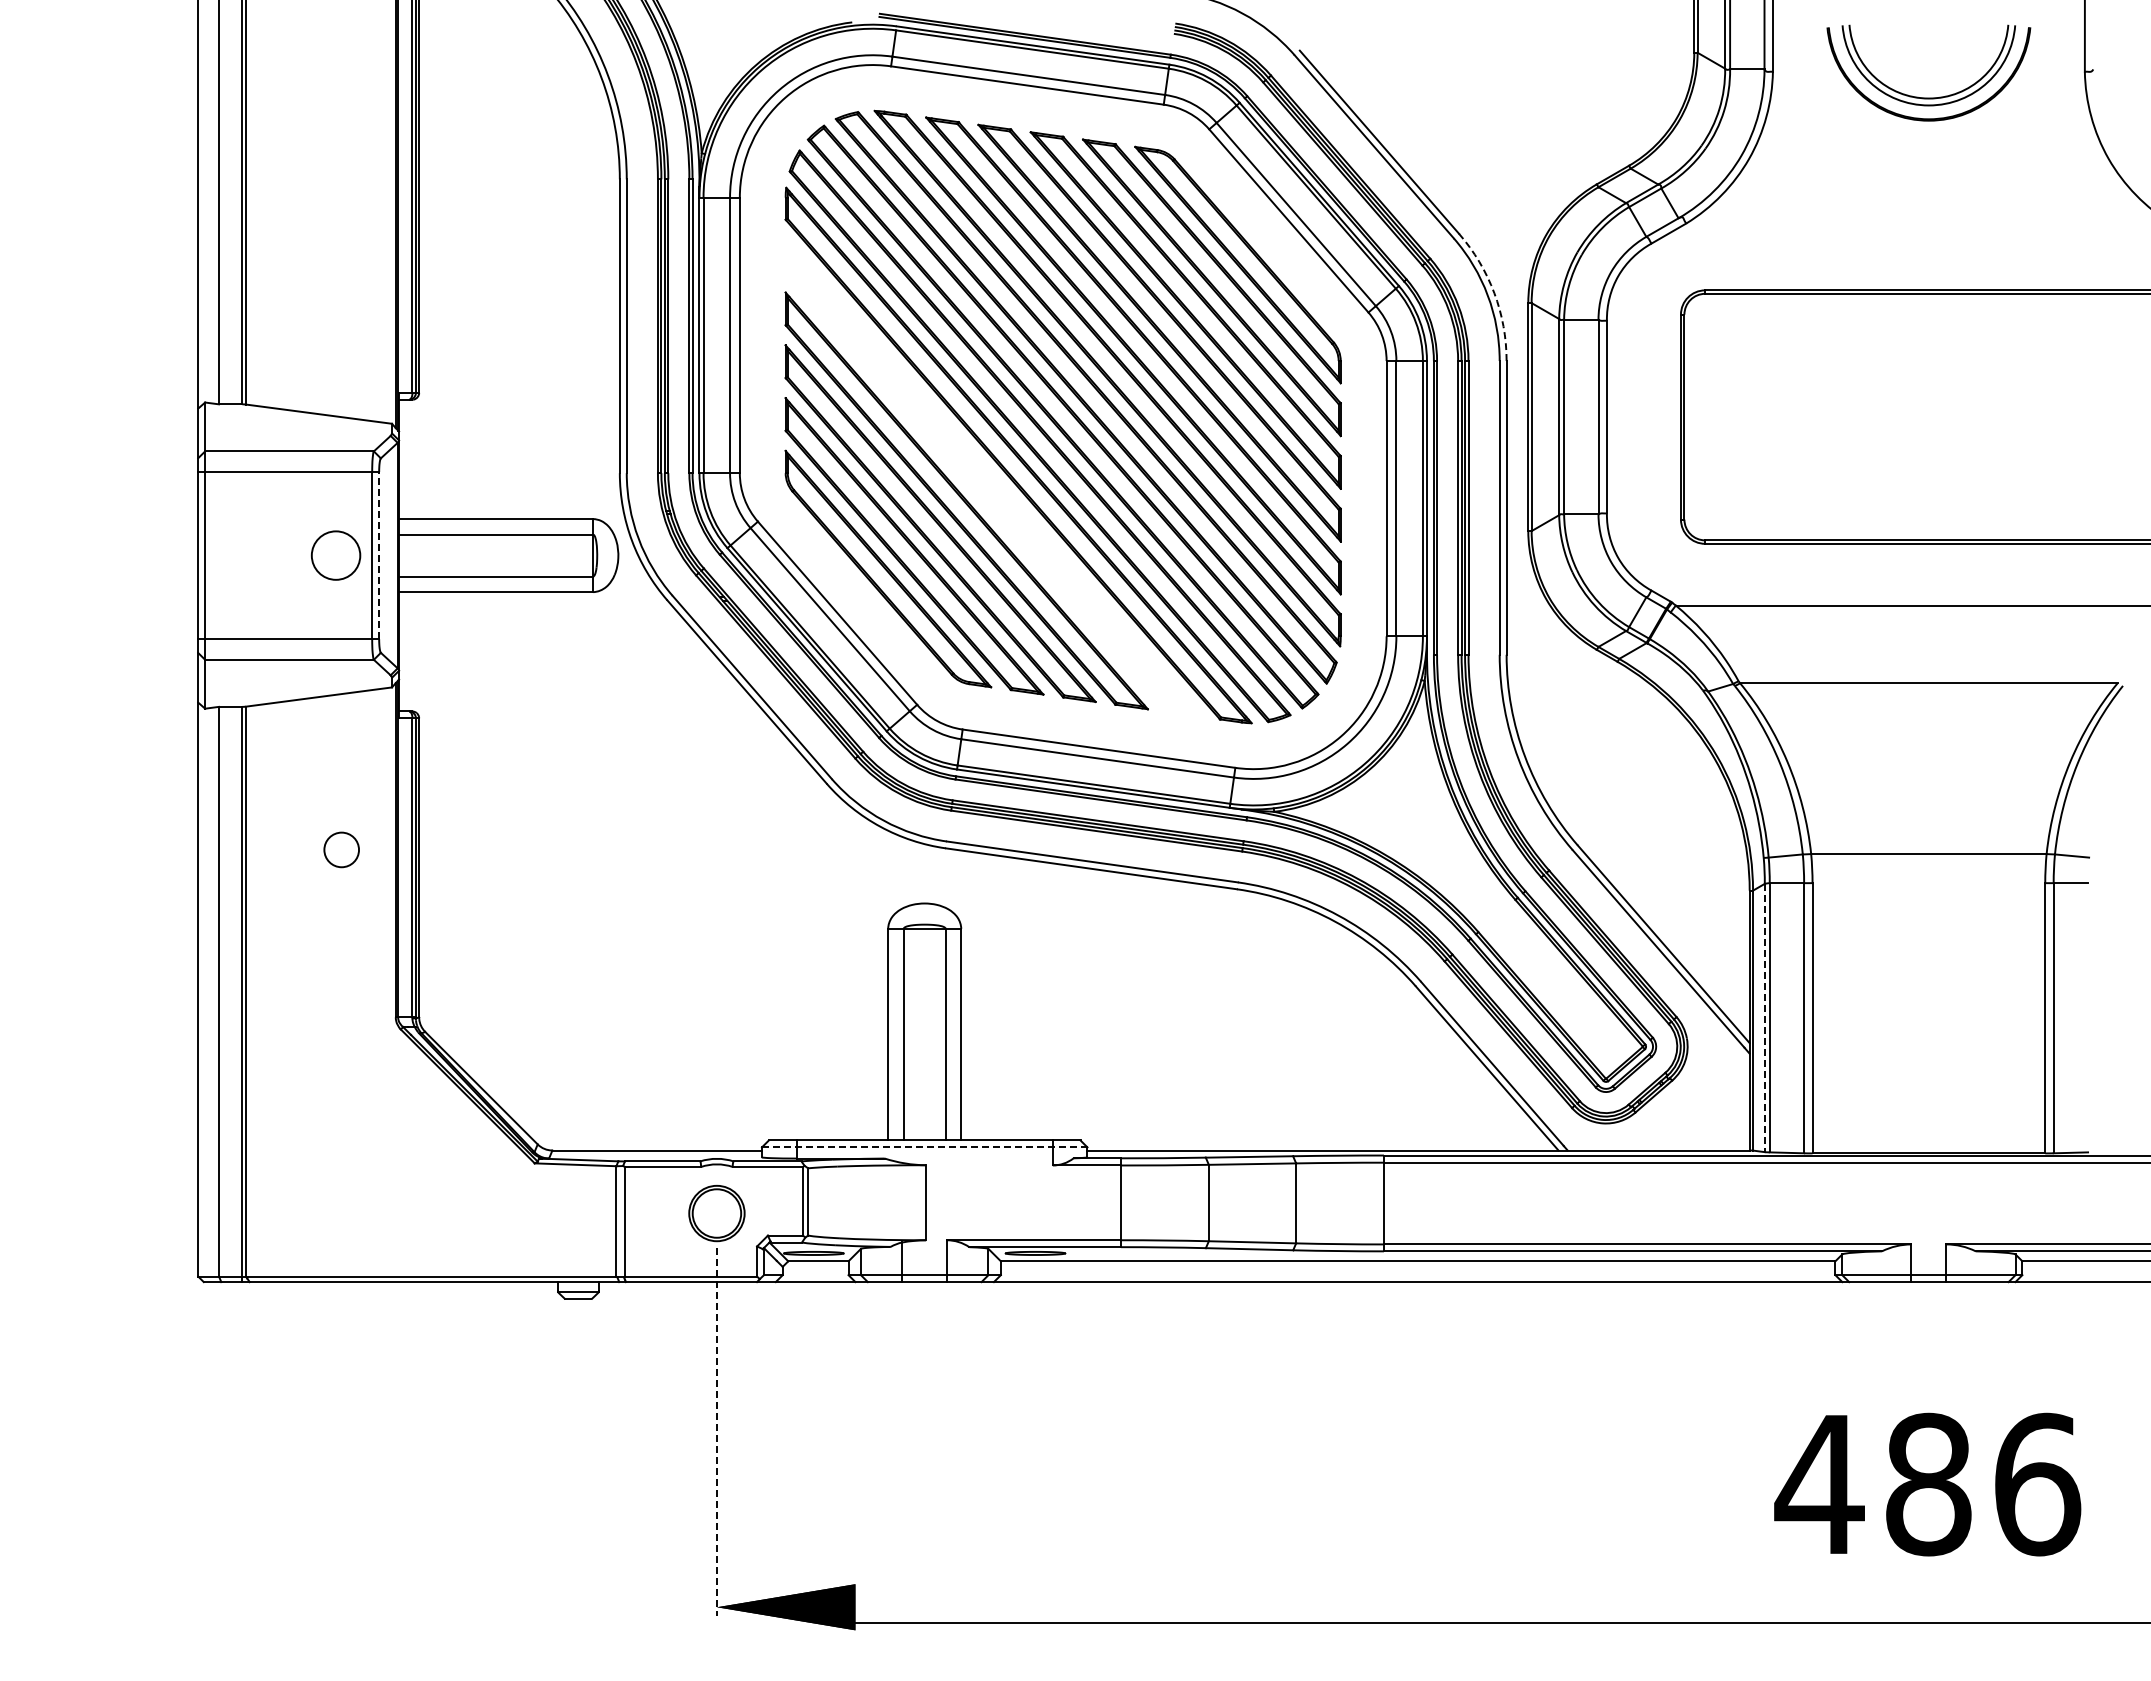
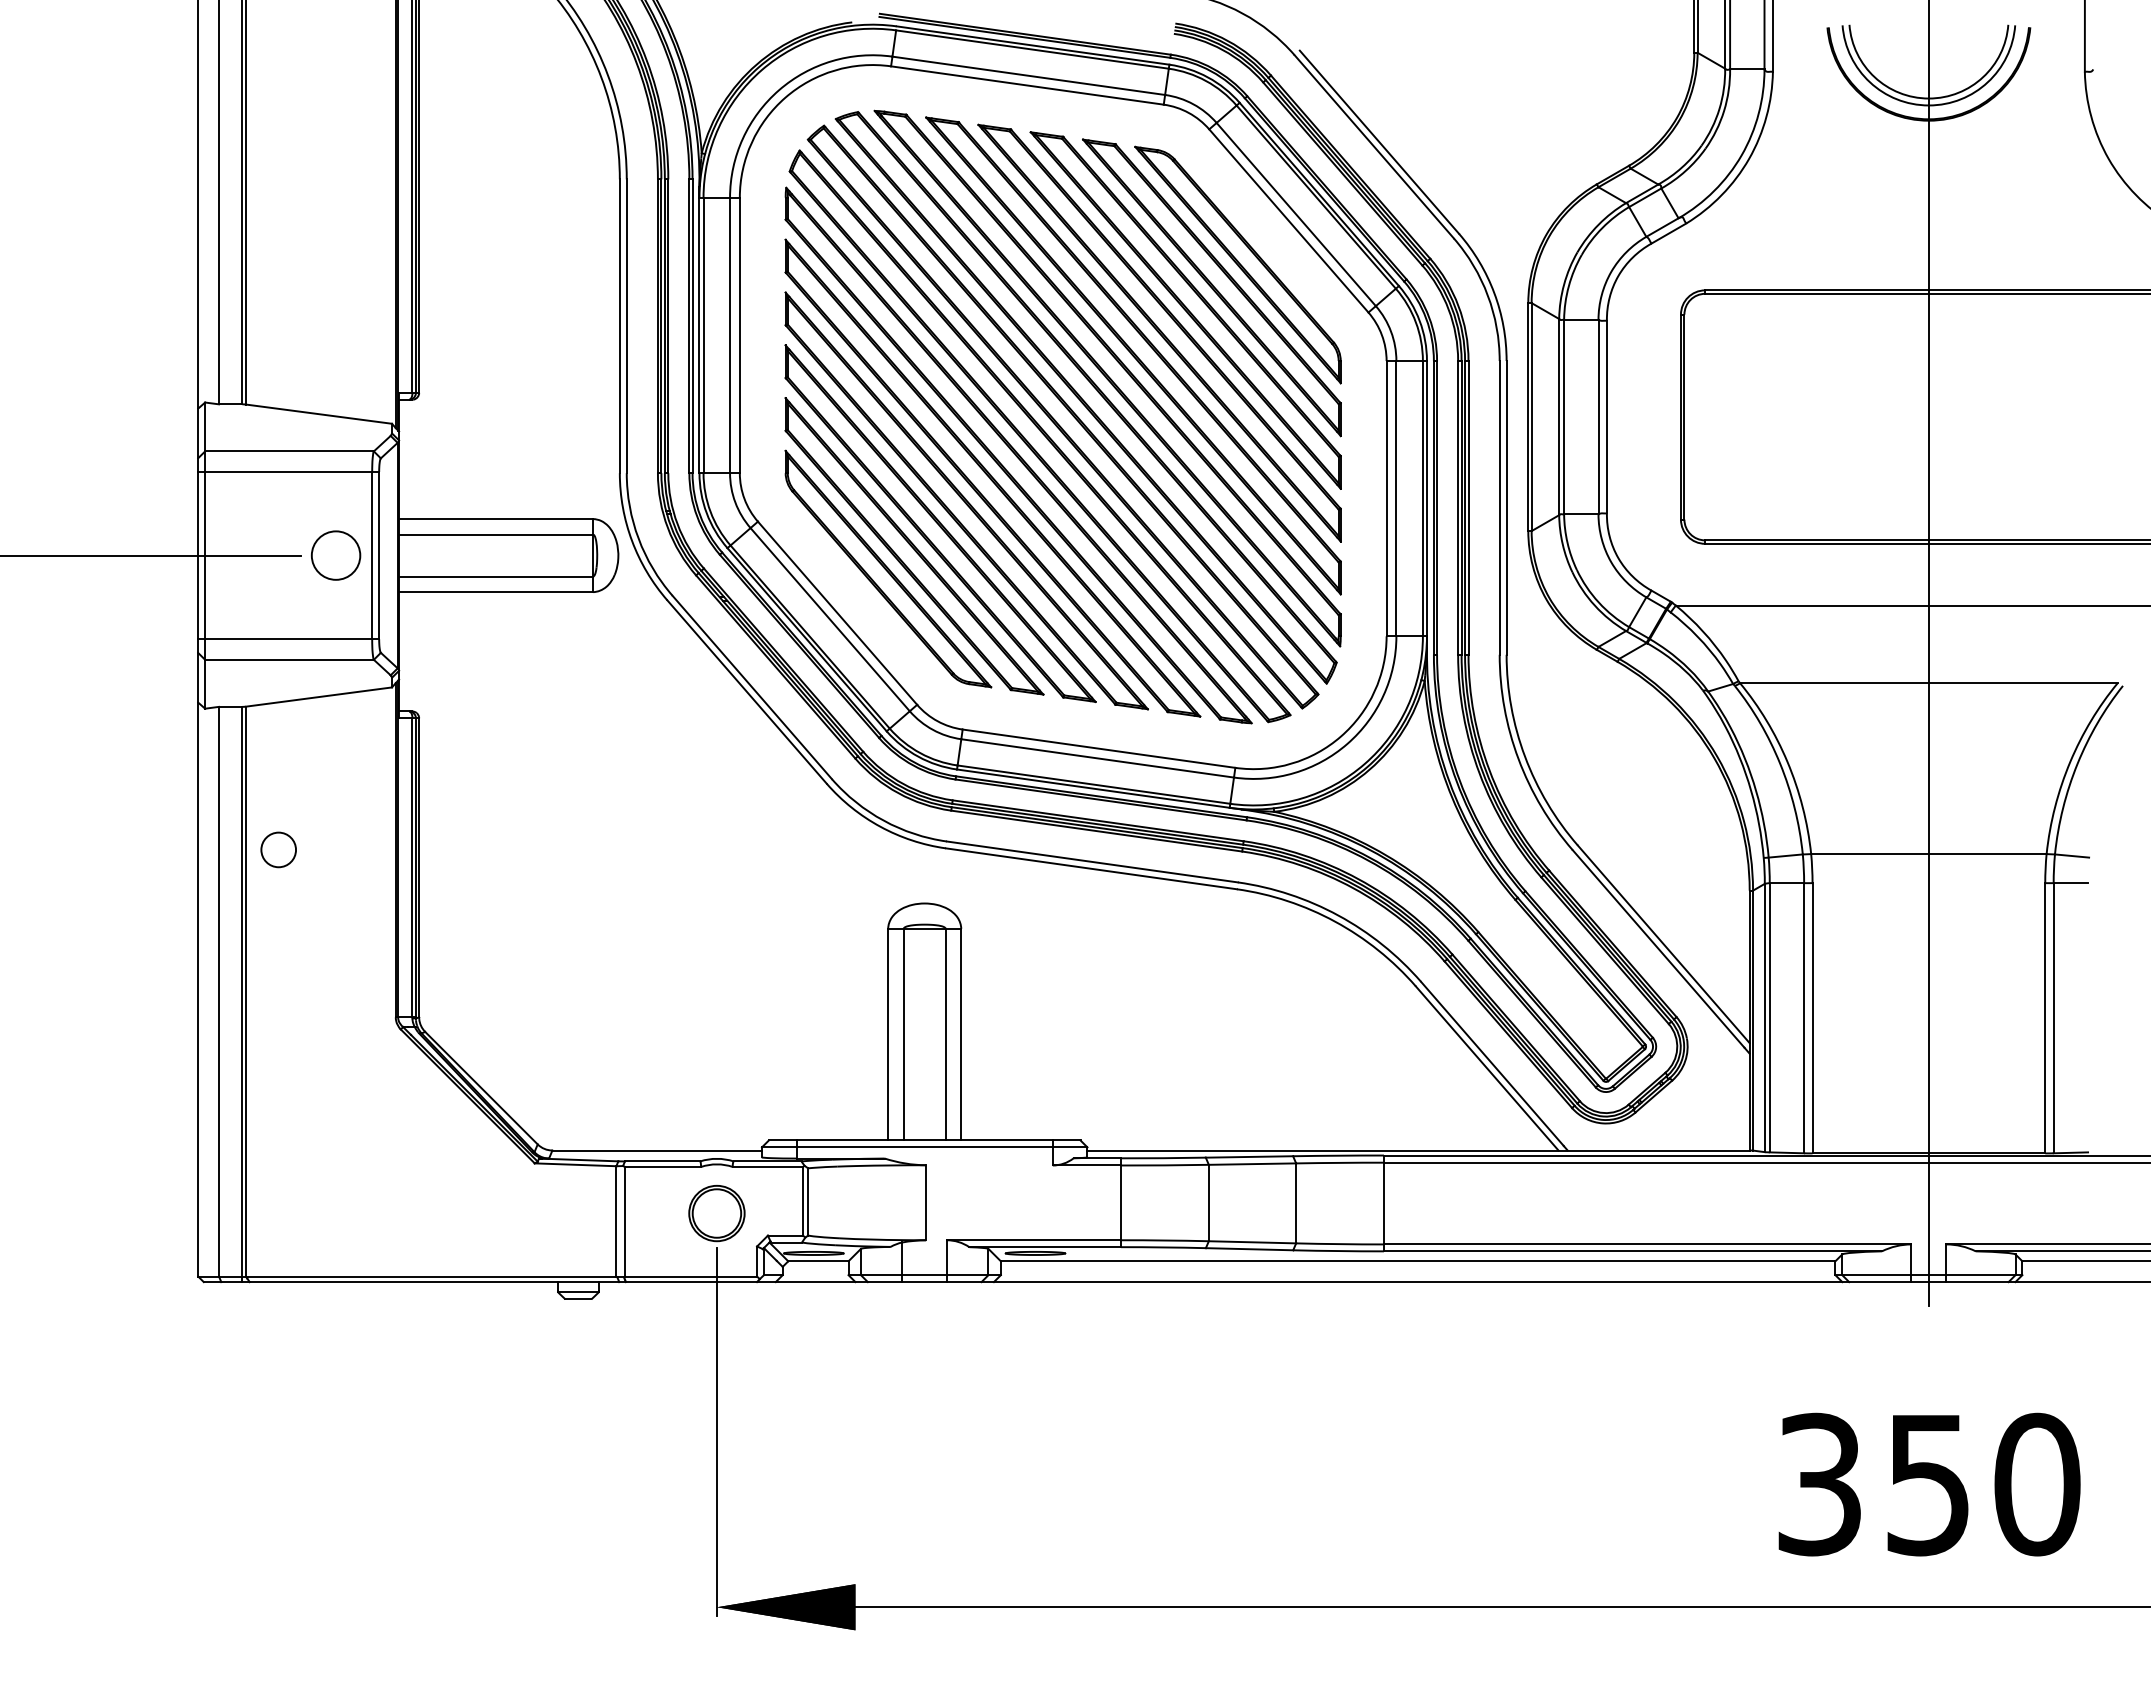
arc at (1494, 293): dashed -> solid
part at (992, 477): none -> present
line at (151, 555): none -> present
line at (379, 555): dashed -> solid
line at (1928, 654): none -> present
circle at (341, 849) position: (341, 849) -> (278, 849)
line at (1764, 1018): dashed -> solid
line at (924, 1147): dashed -> solid
line at (716, 1432): dashed -> solid
text at (1927, 1484): 486 -> 350
line at (1501, 1623) position: (1501, 1623) -> (1501, 1607)
